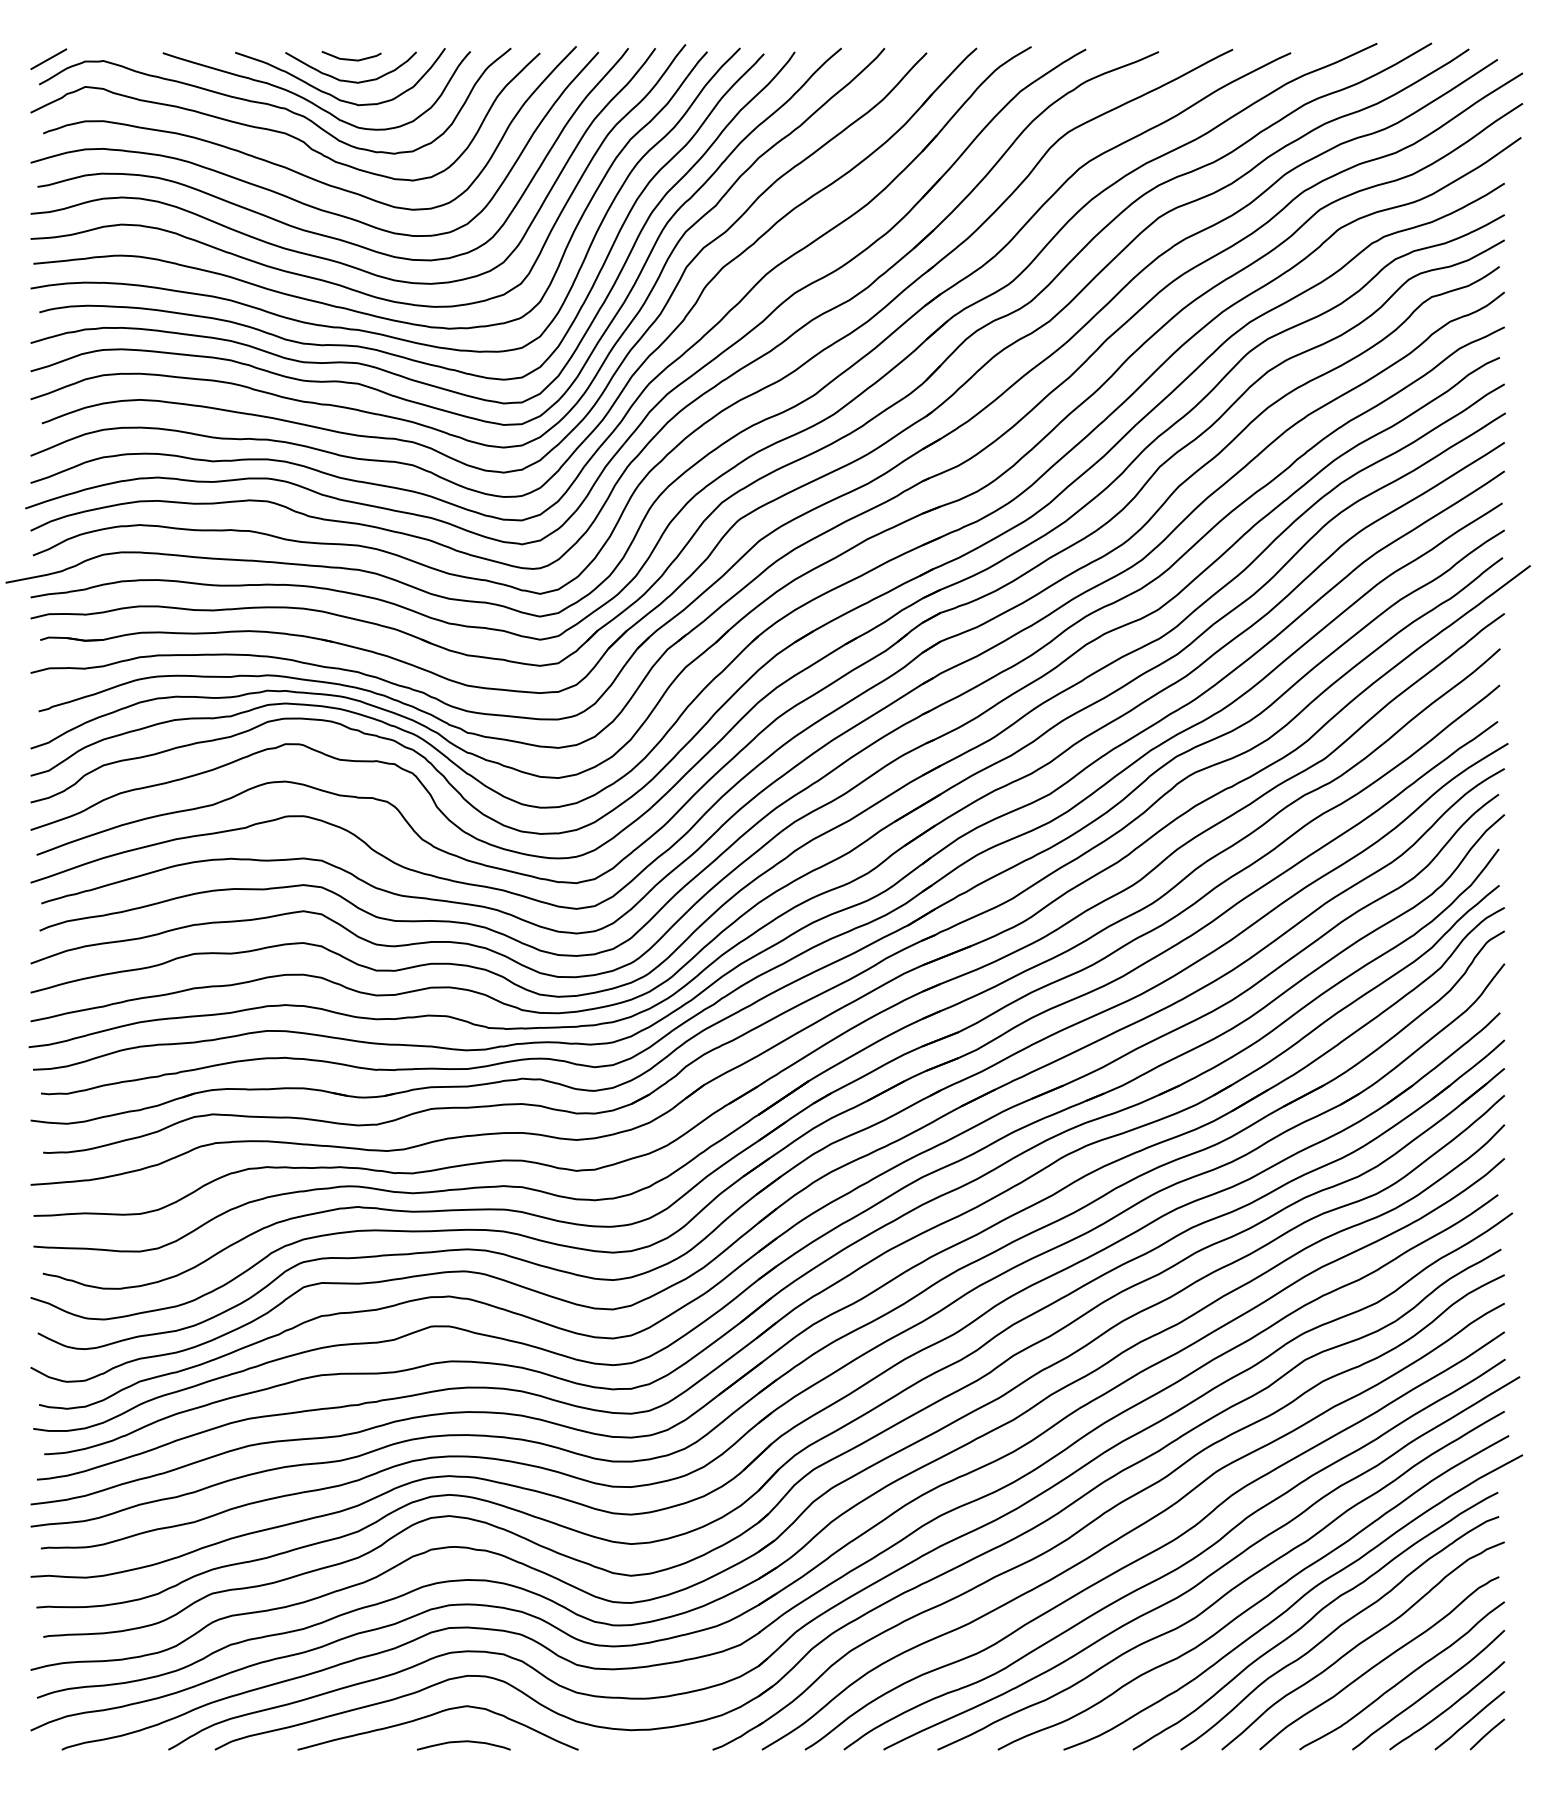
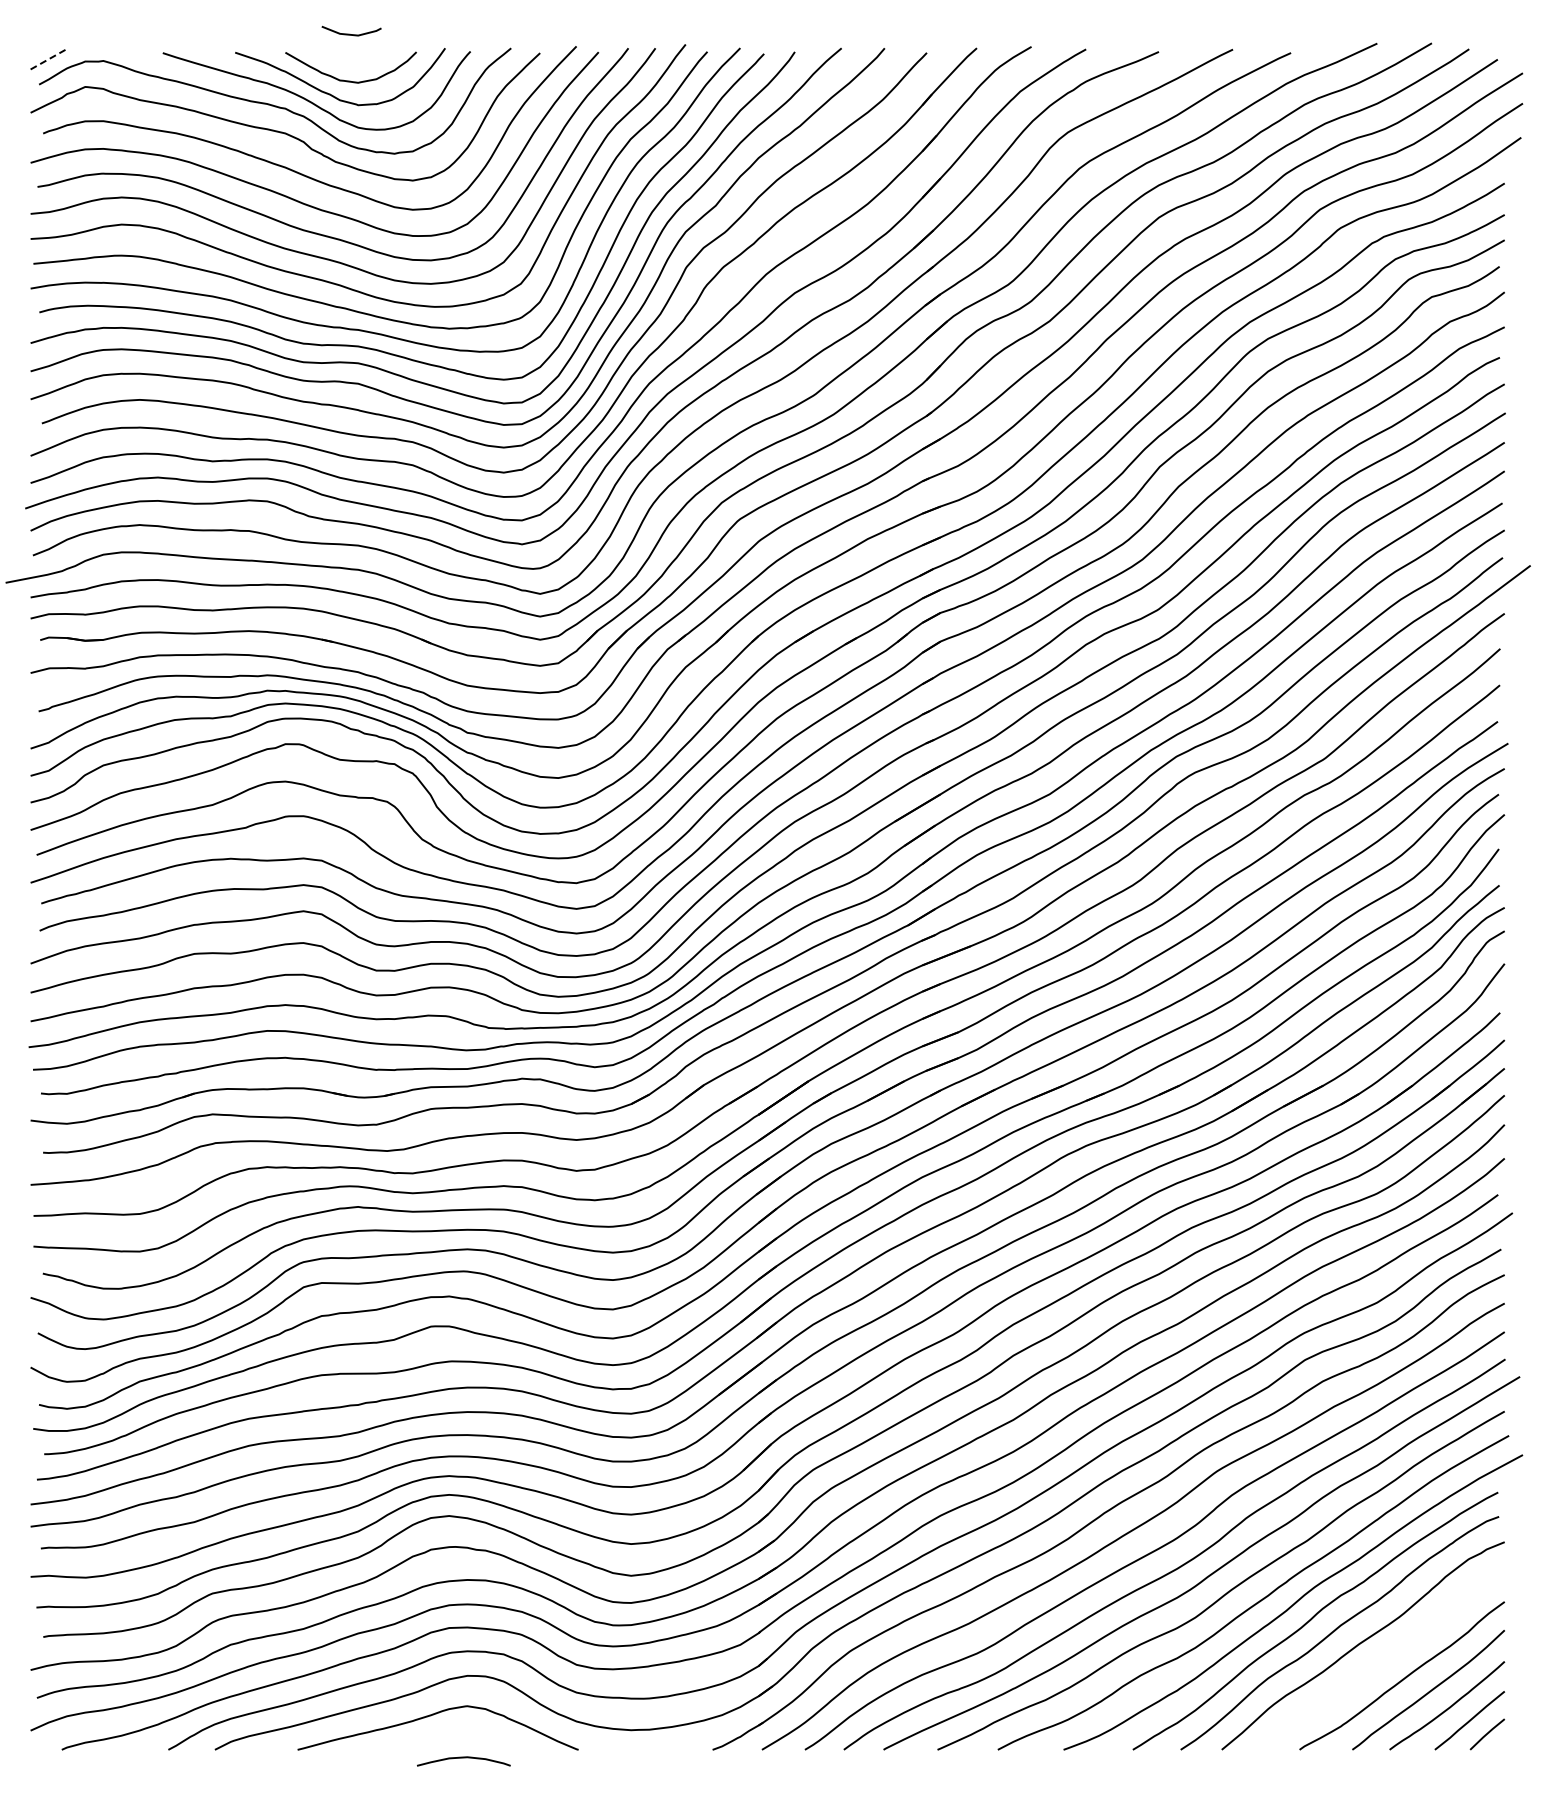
line at (349, 58) position: (349, 58) -> (349, 33)
line at (48, 59): solid -> dashed
curve at (1379, 1663): present -> none
curve at (463, 1742) position: (463, 1742) -> (463, 1758)
